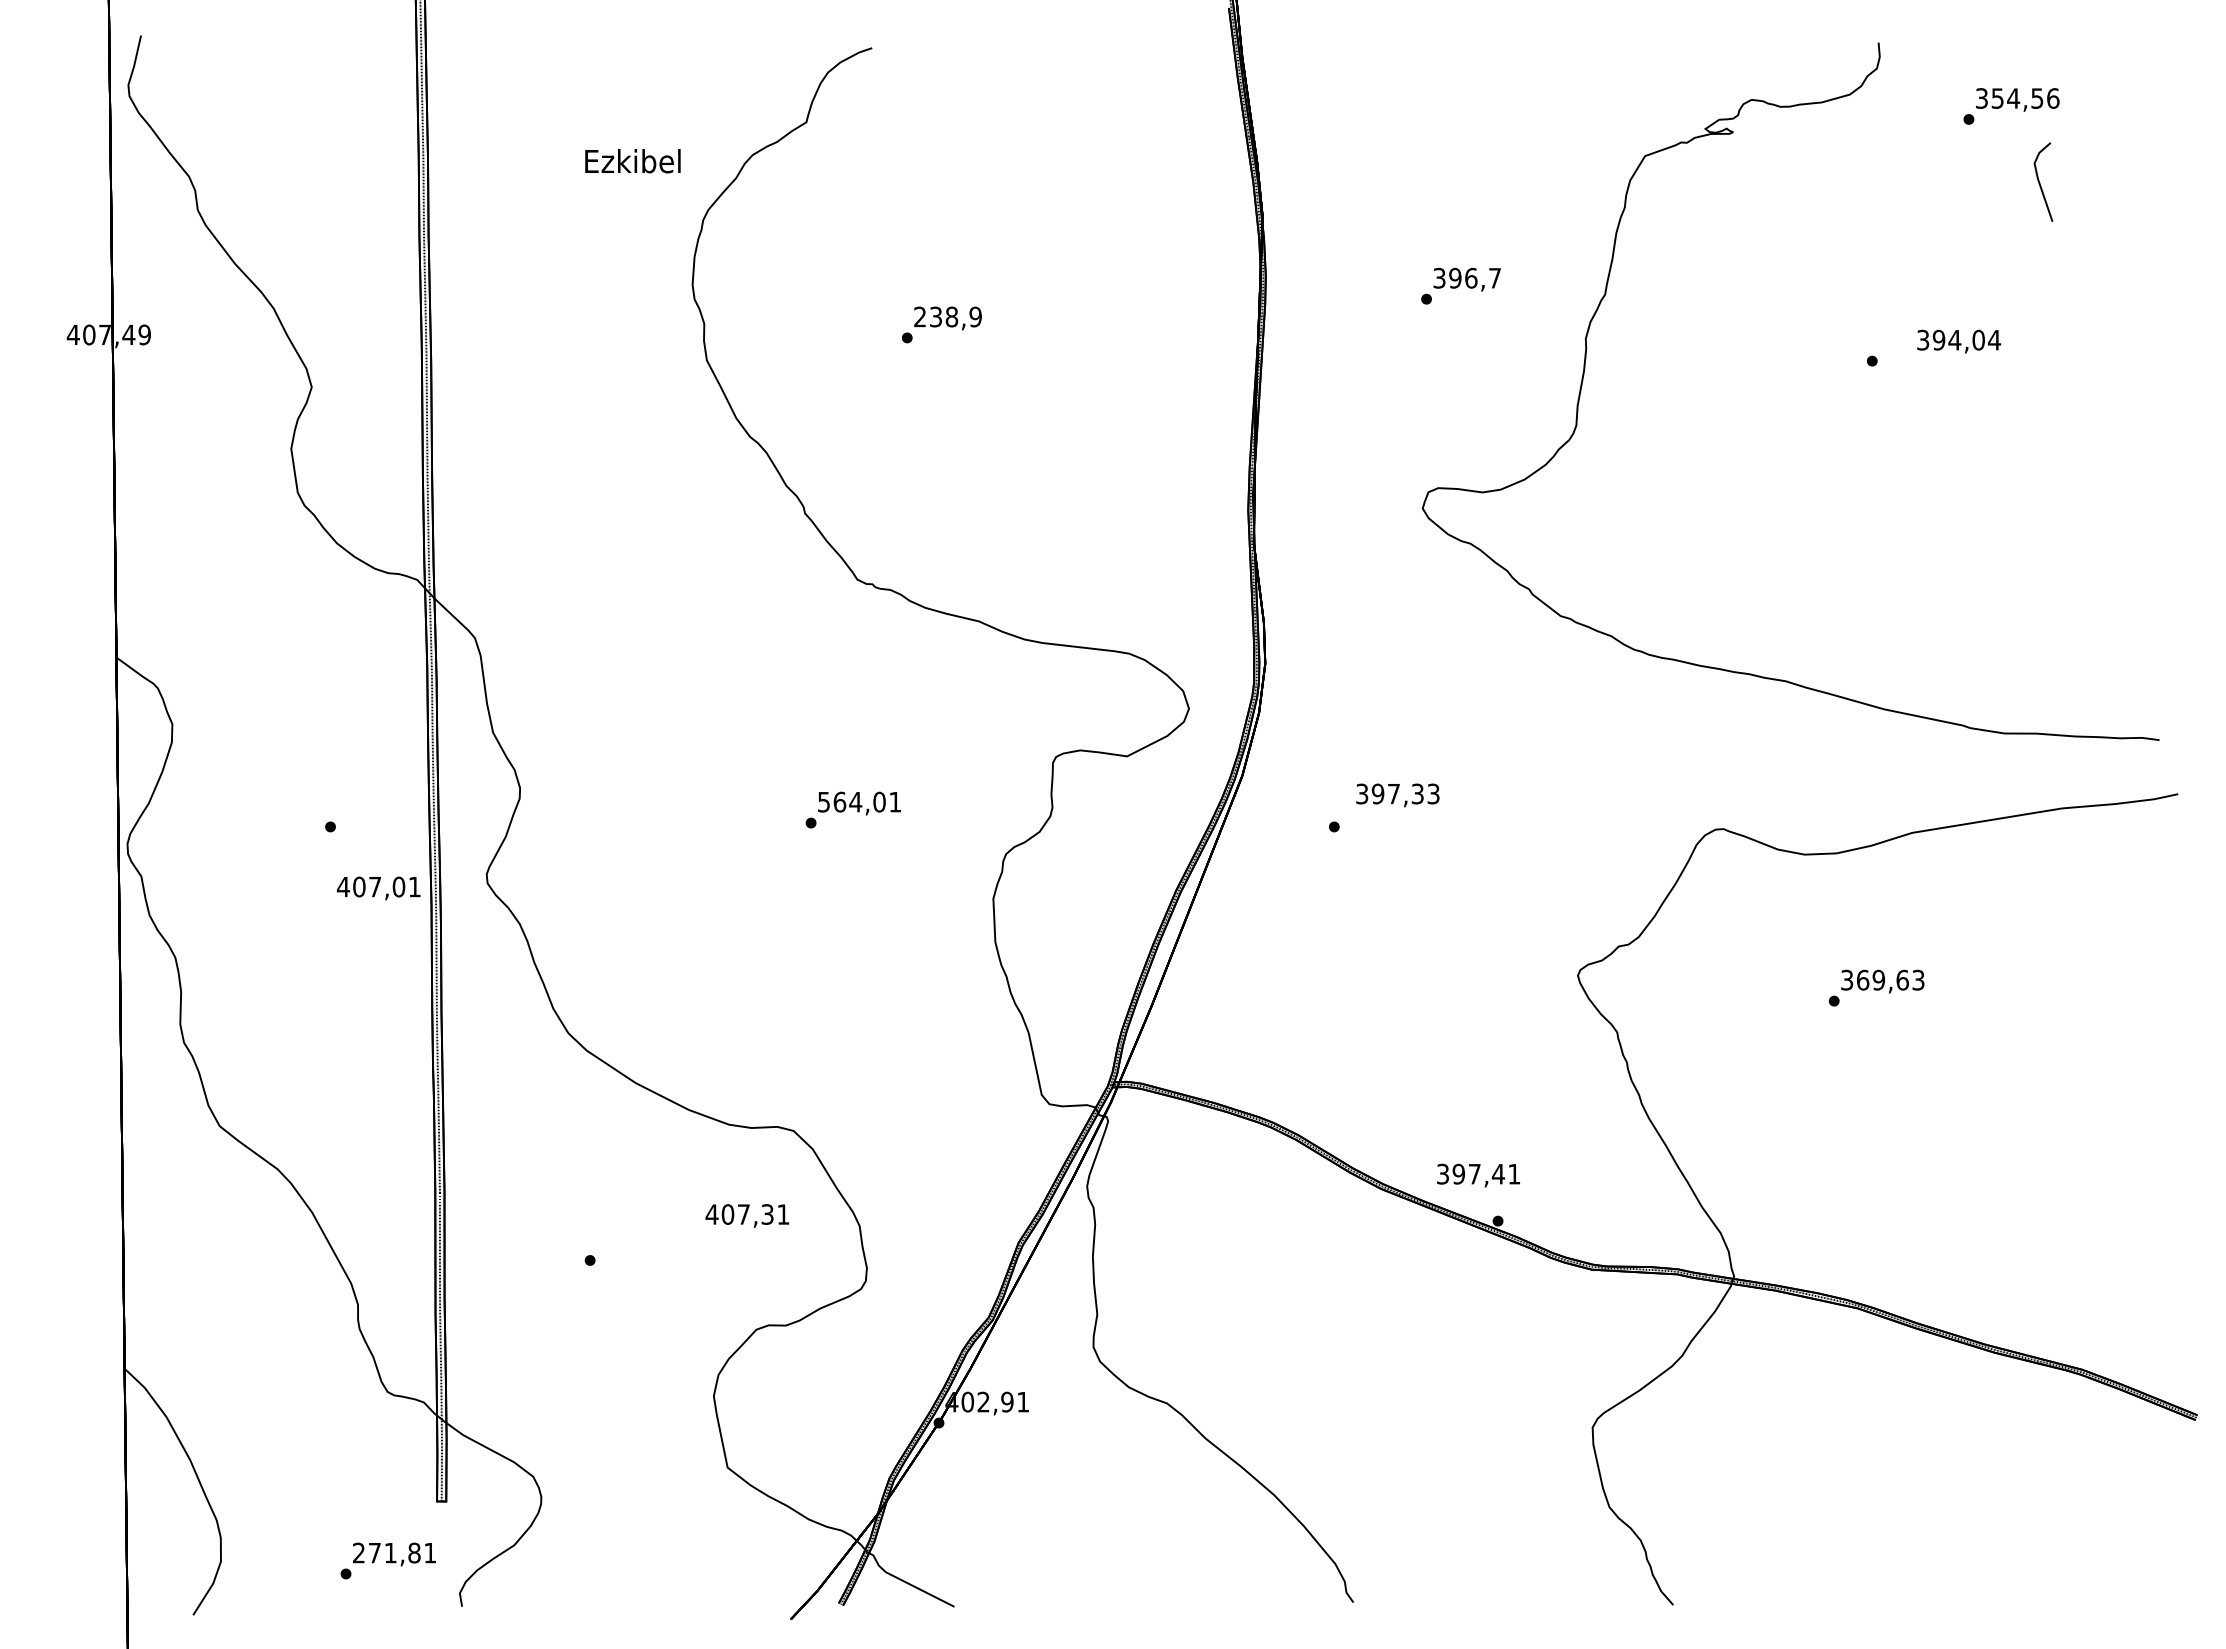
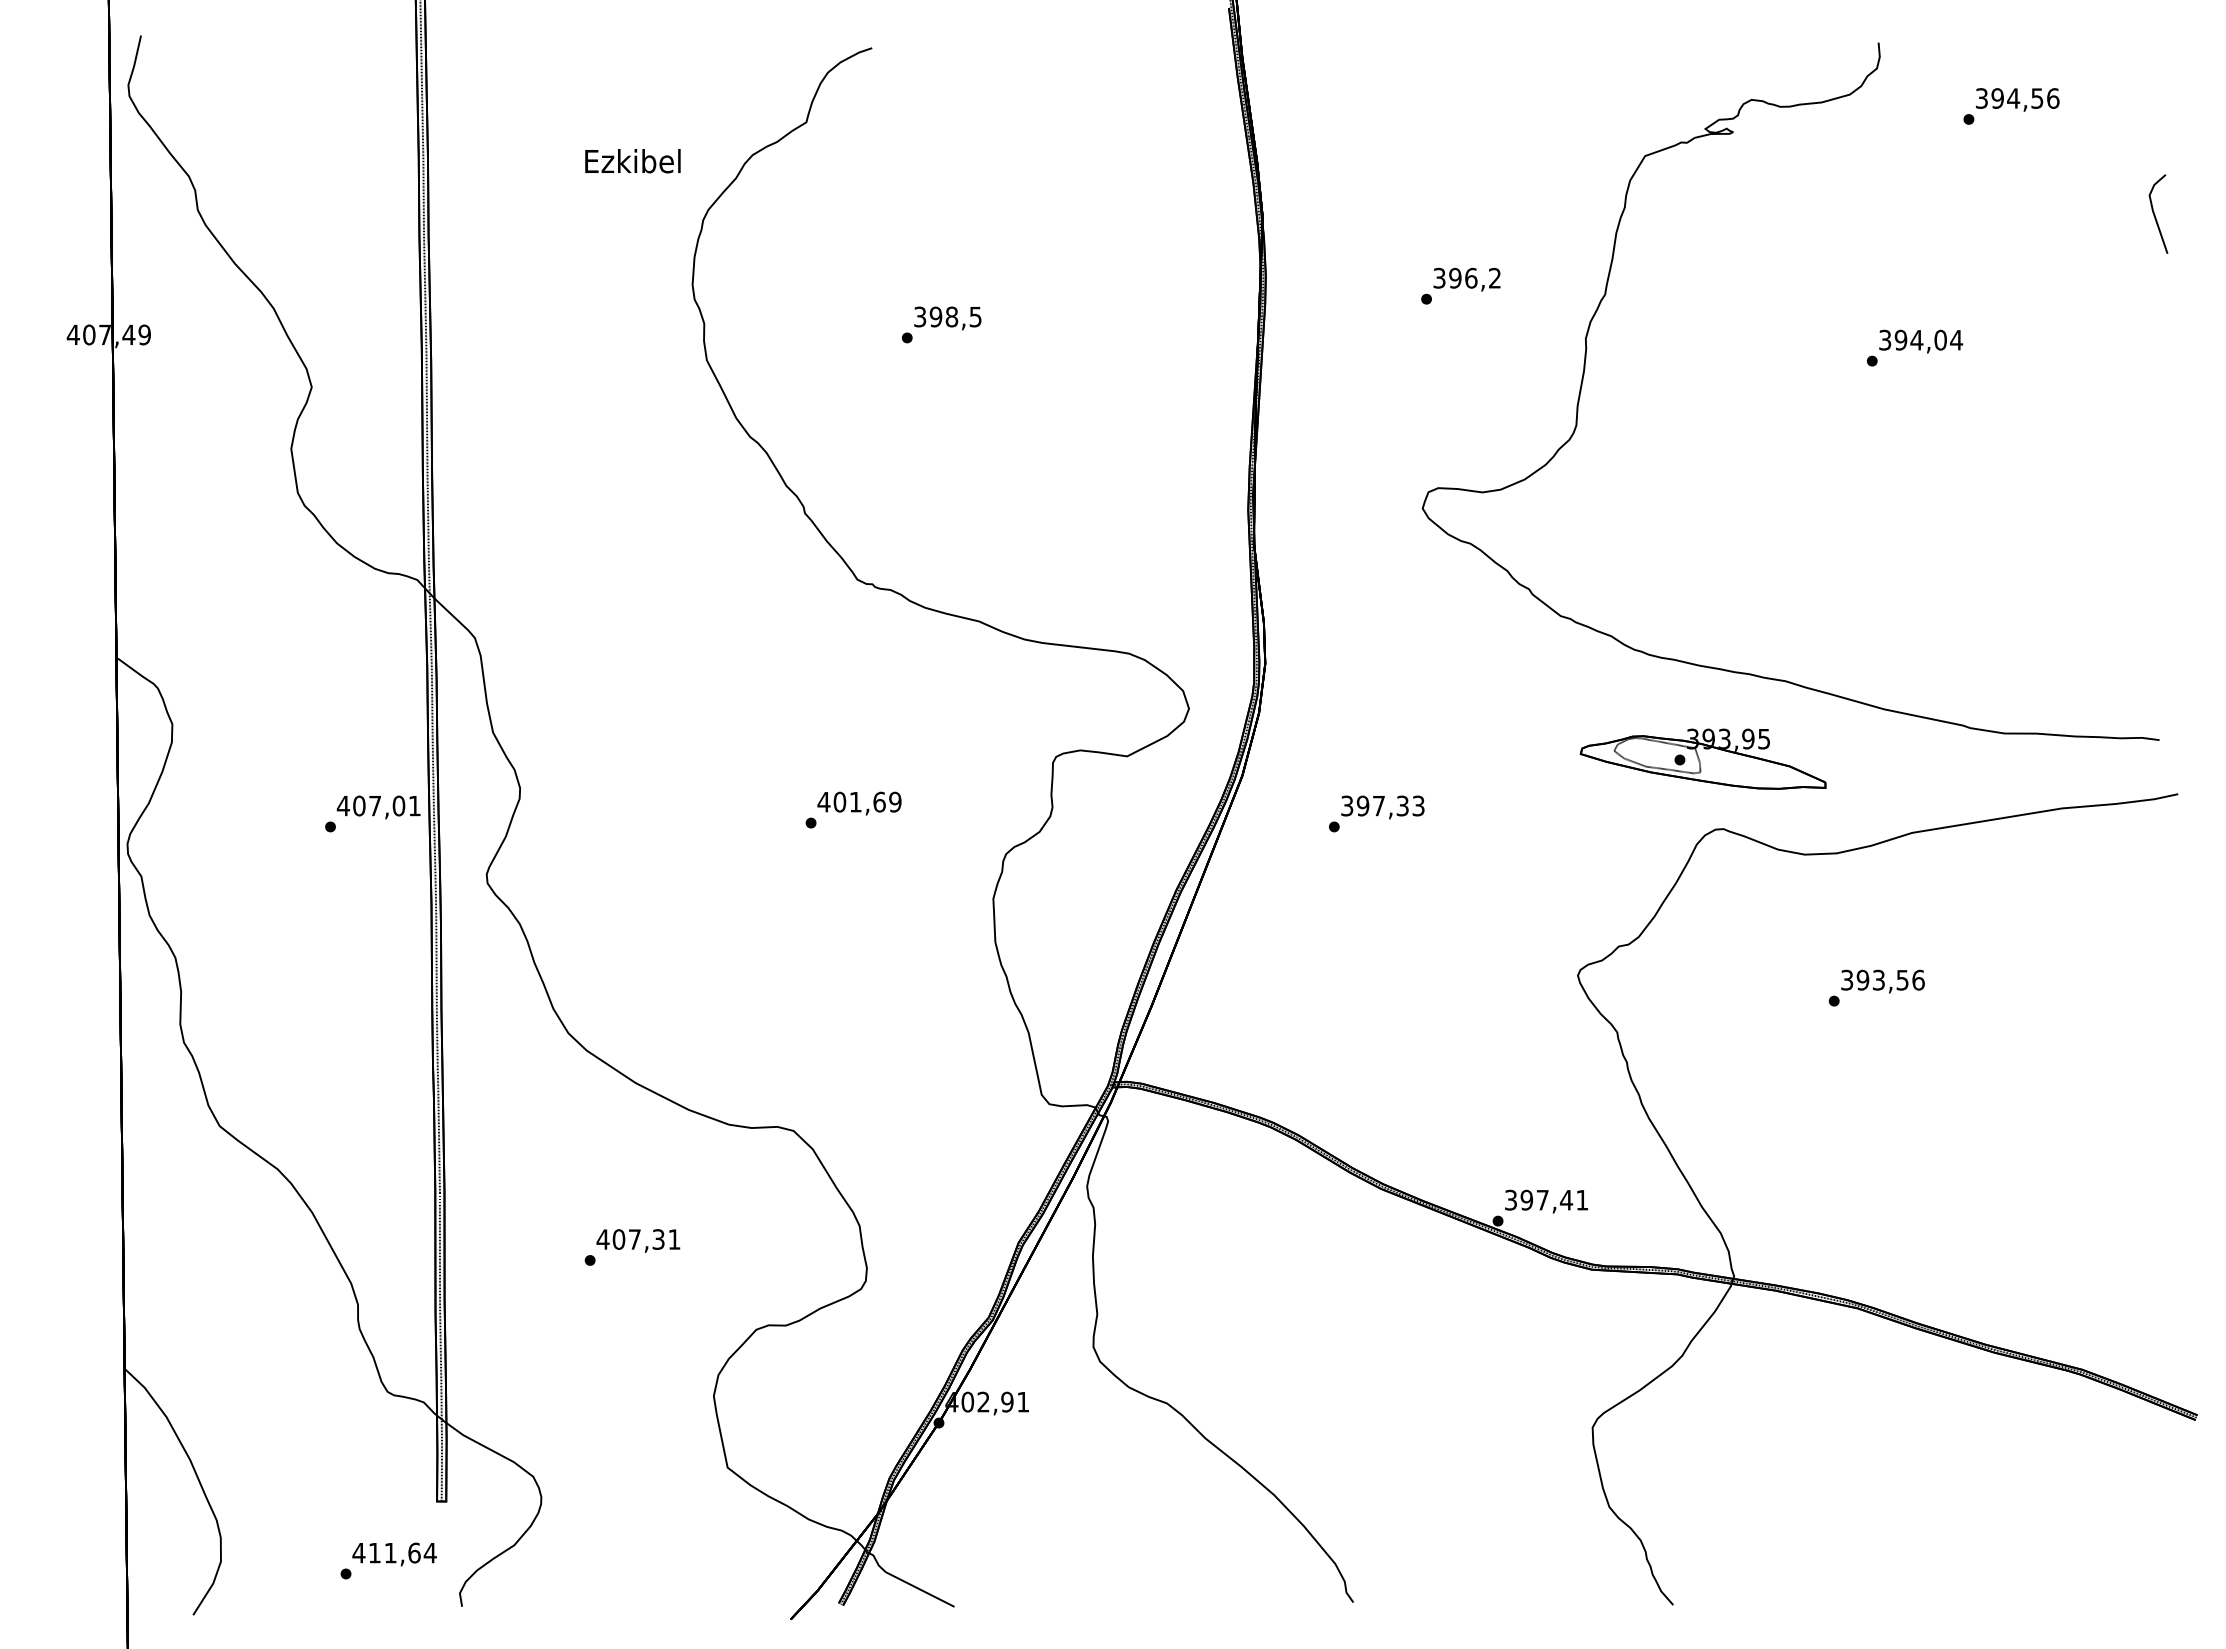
text at (1997, 98): 354,56 -> 394,56
line at (2040, 182) position: (2040, 182) -> (2155, 214)
text at (1494, 277): 396,7 -> 396,2
text at (947, 316): 238,9 -> 398,5
text at (1959, 341) position: (1959, 341) -> (1921, 341)
part at (1702, 758): none -> present
text at (1397, 795) position: (1397, 795) -> (1382, 807)
text at (859, 801): 564,01 -> 401,69
text at (378, 888) position: (378, 888) -> (378, 807)
text at (1890, 979): 369,63 -> 393,56
text at (1478, 1175) position: (1478, 1175) -> (1546, 1201)
text at (747, 1215) position: (747, 1215) -> (638, 1240)
text at (394, 1552): 271,81 -> 411,64
